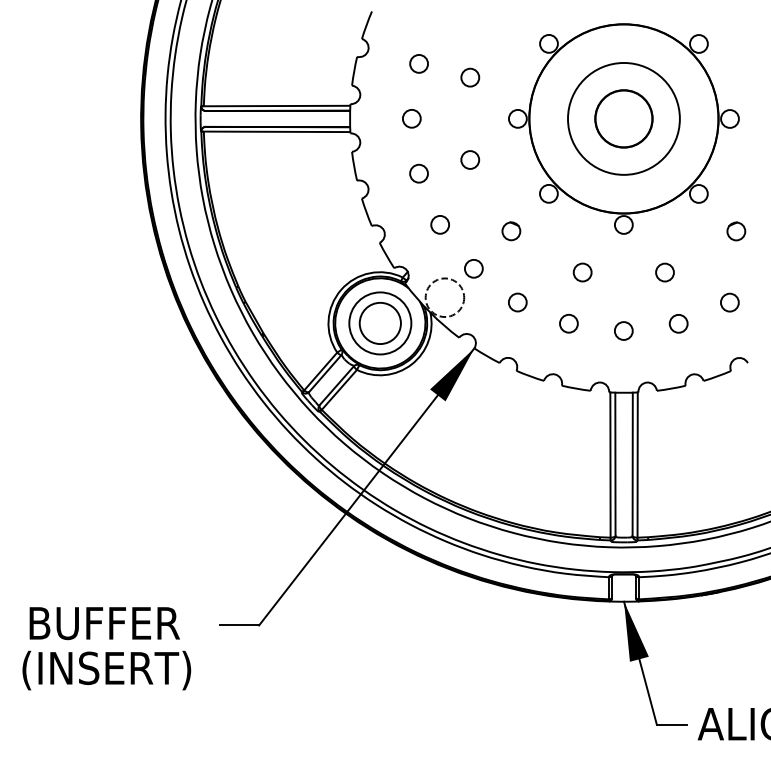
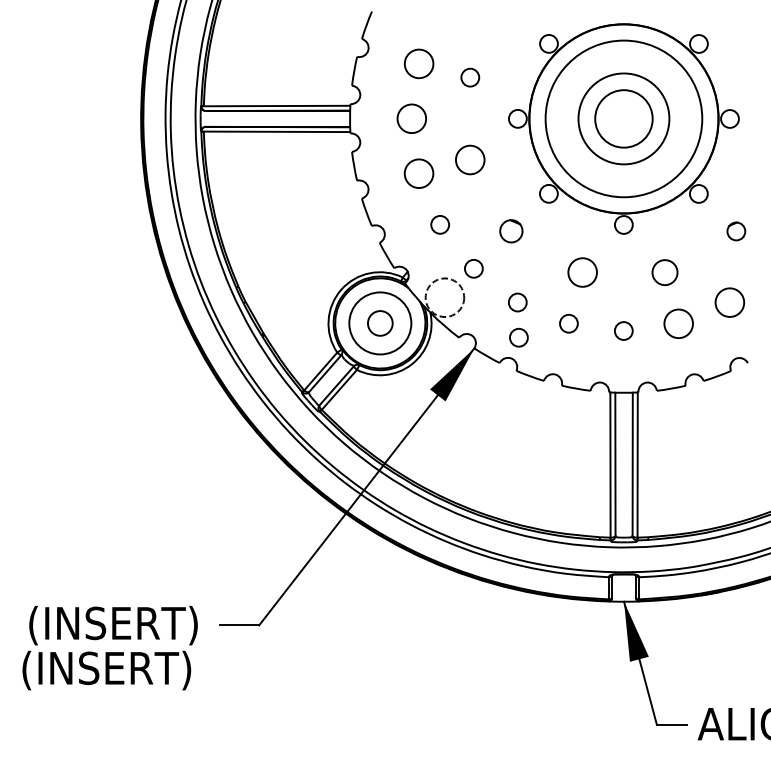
circle at (419, 63) diameter: 18 px -> 29 px
circle at (411, 118) diameter: 18 px -> 29 px
circle at (623, 118) diameter: 112 px -> 157 px
circle at (623, 118) diameter: 57 px -> 91 px
circle at (470, 159) diameter: 18 px -> 29 px
circle at (418, 173) diameter: 18 px -> 29 px
part at (511, 231) size: 21x21 px -> 25x25 px
circle at (582, 272) diameter: 18 px -> 29 px
circle at (664, 272) size: 20x21 px -> 28x27 px
circle at (729, 302) diameter: 18 px -> 29 px
circle at (379, 323) diameter: 41 px -> 25 px
circle at (678, 323) diameter: 18 px -> 29 px
circle at (518, 337): none -> present
text at (113, 625): BUFFER -> (INSERT)
